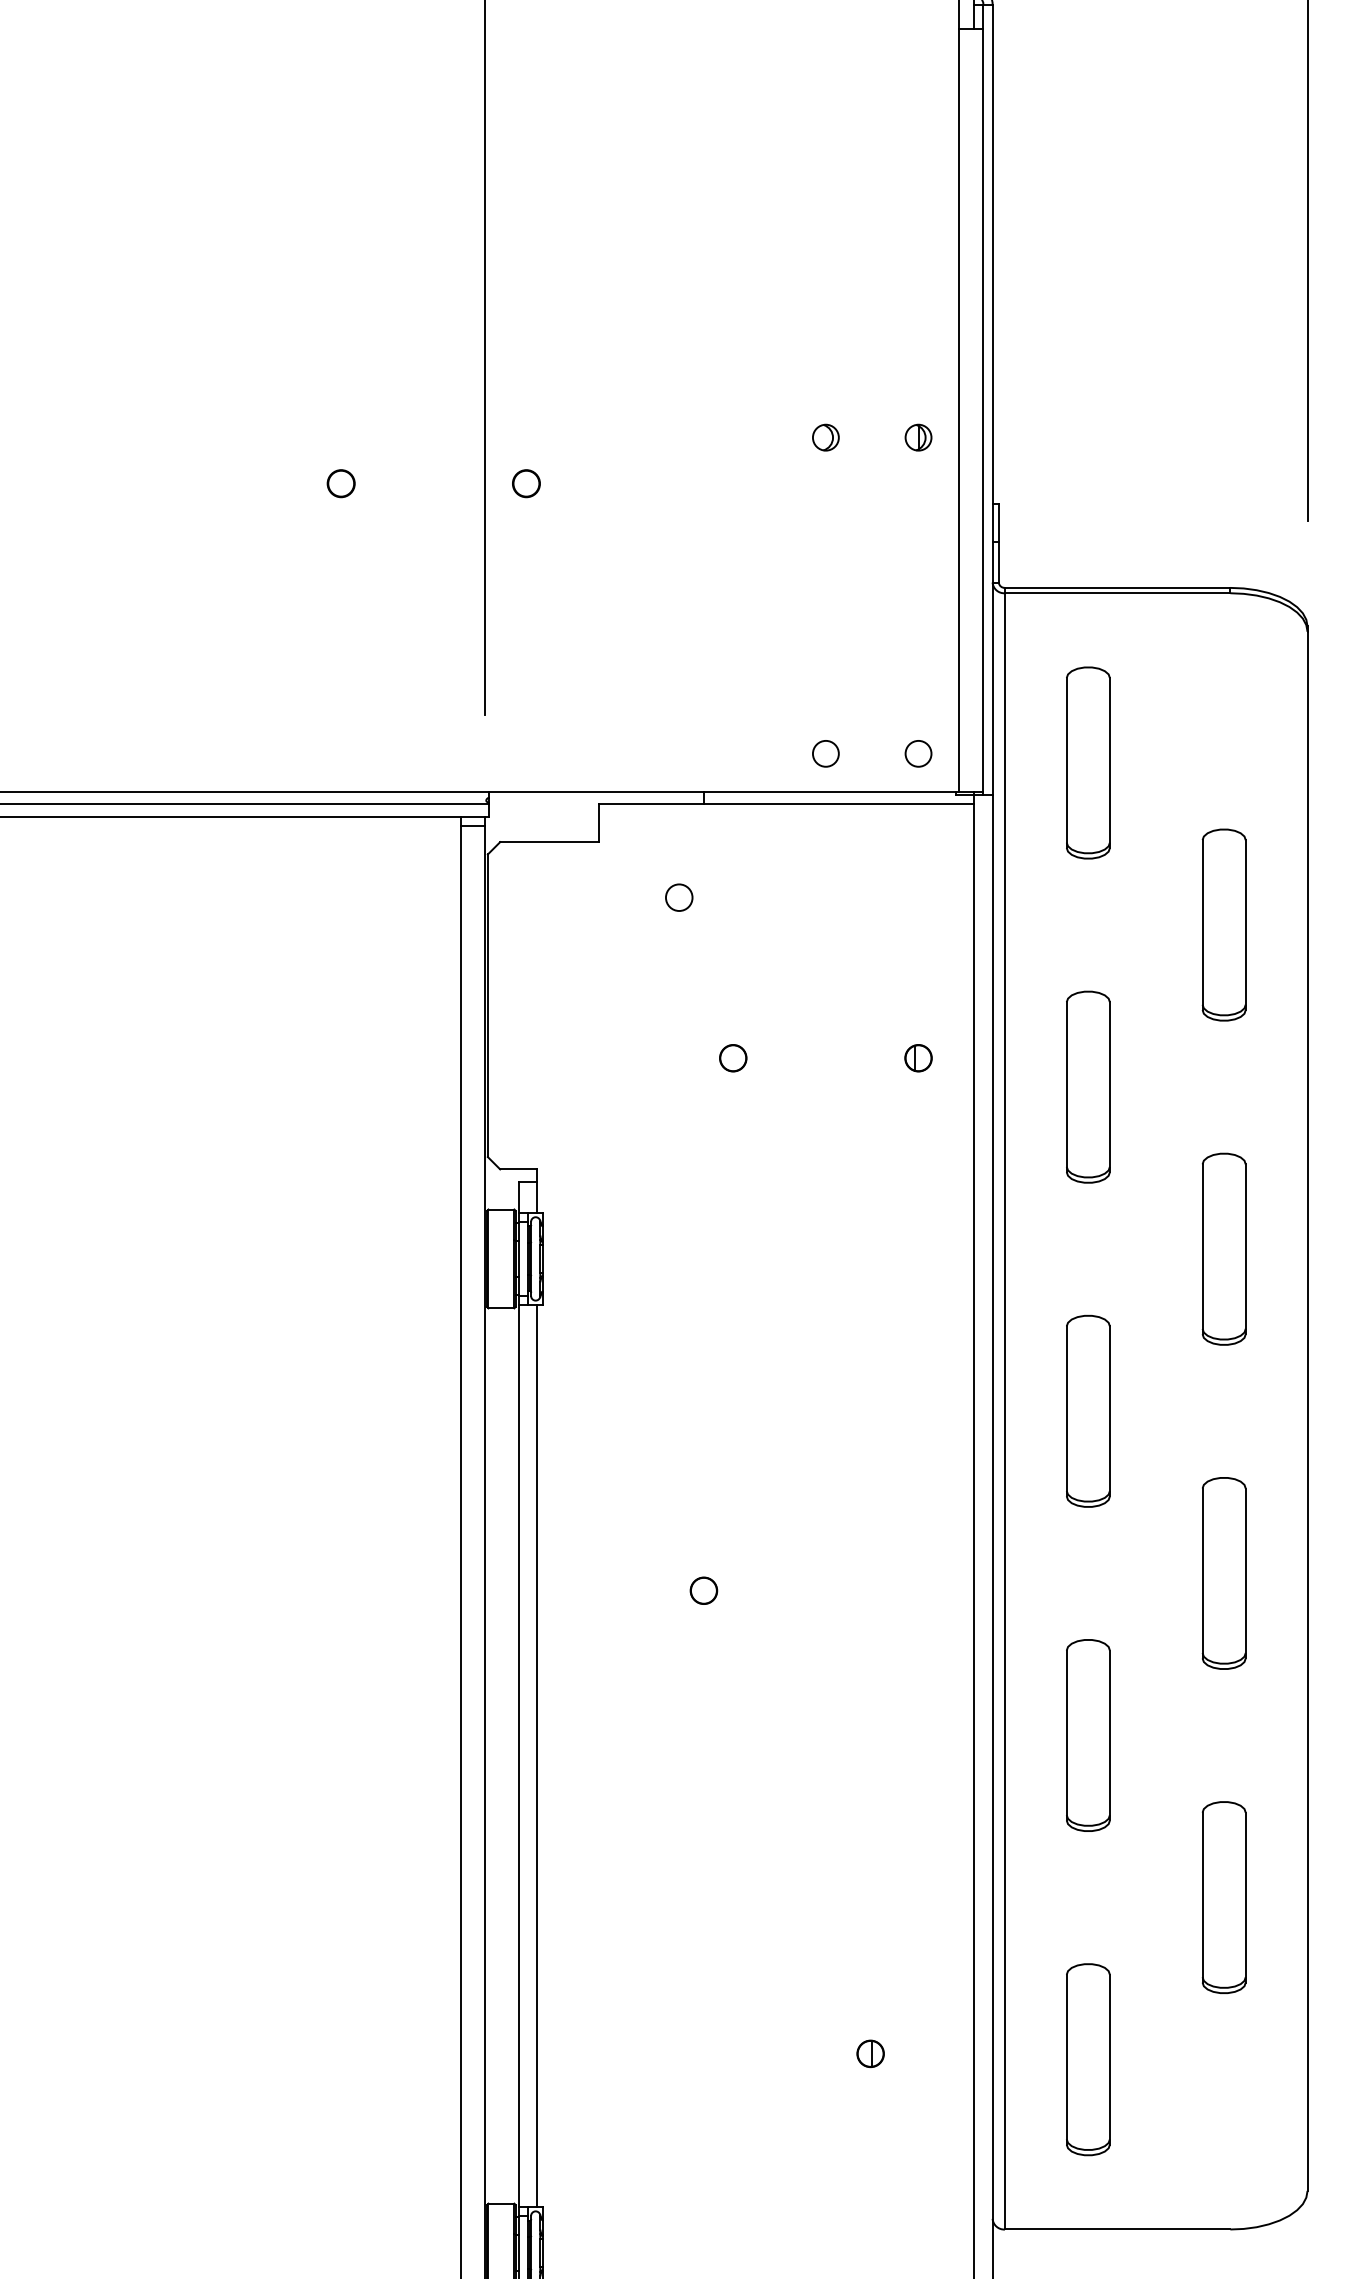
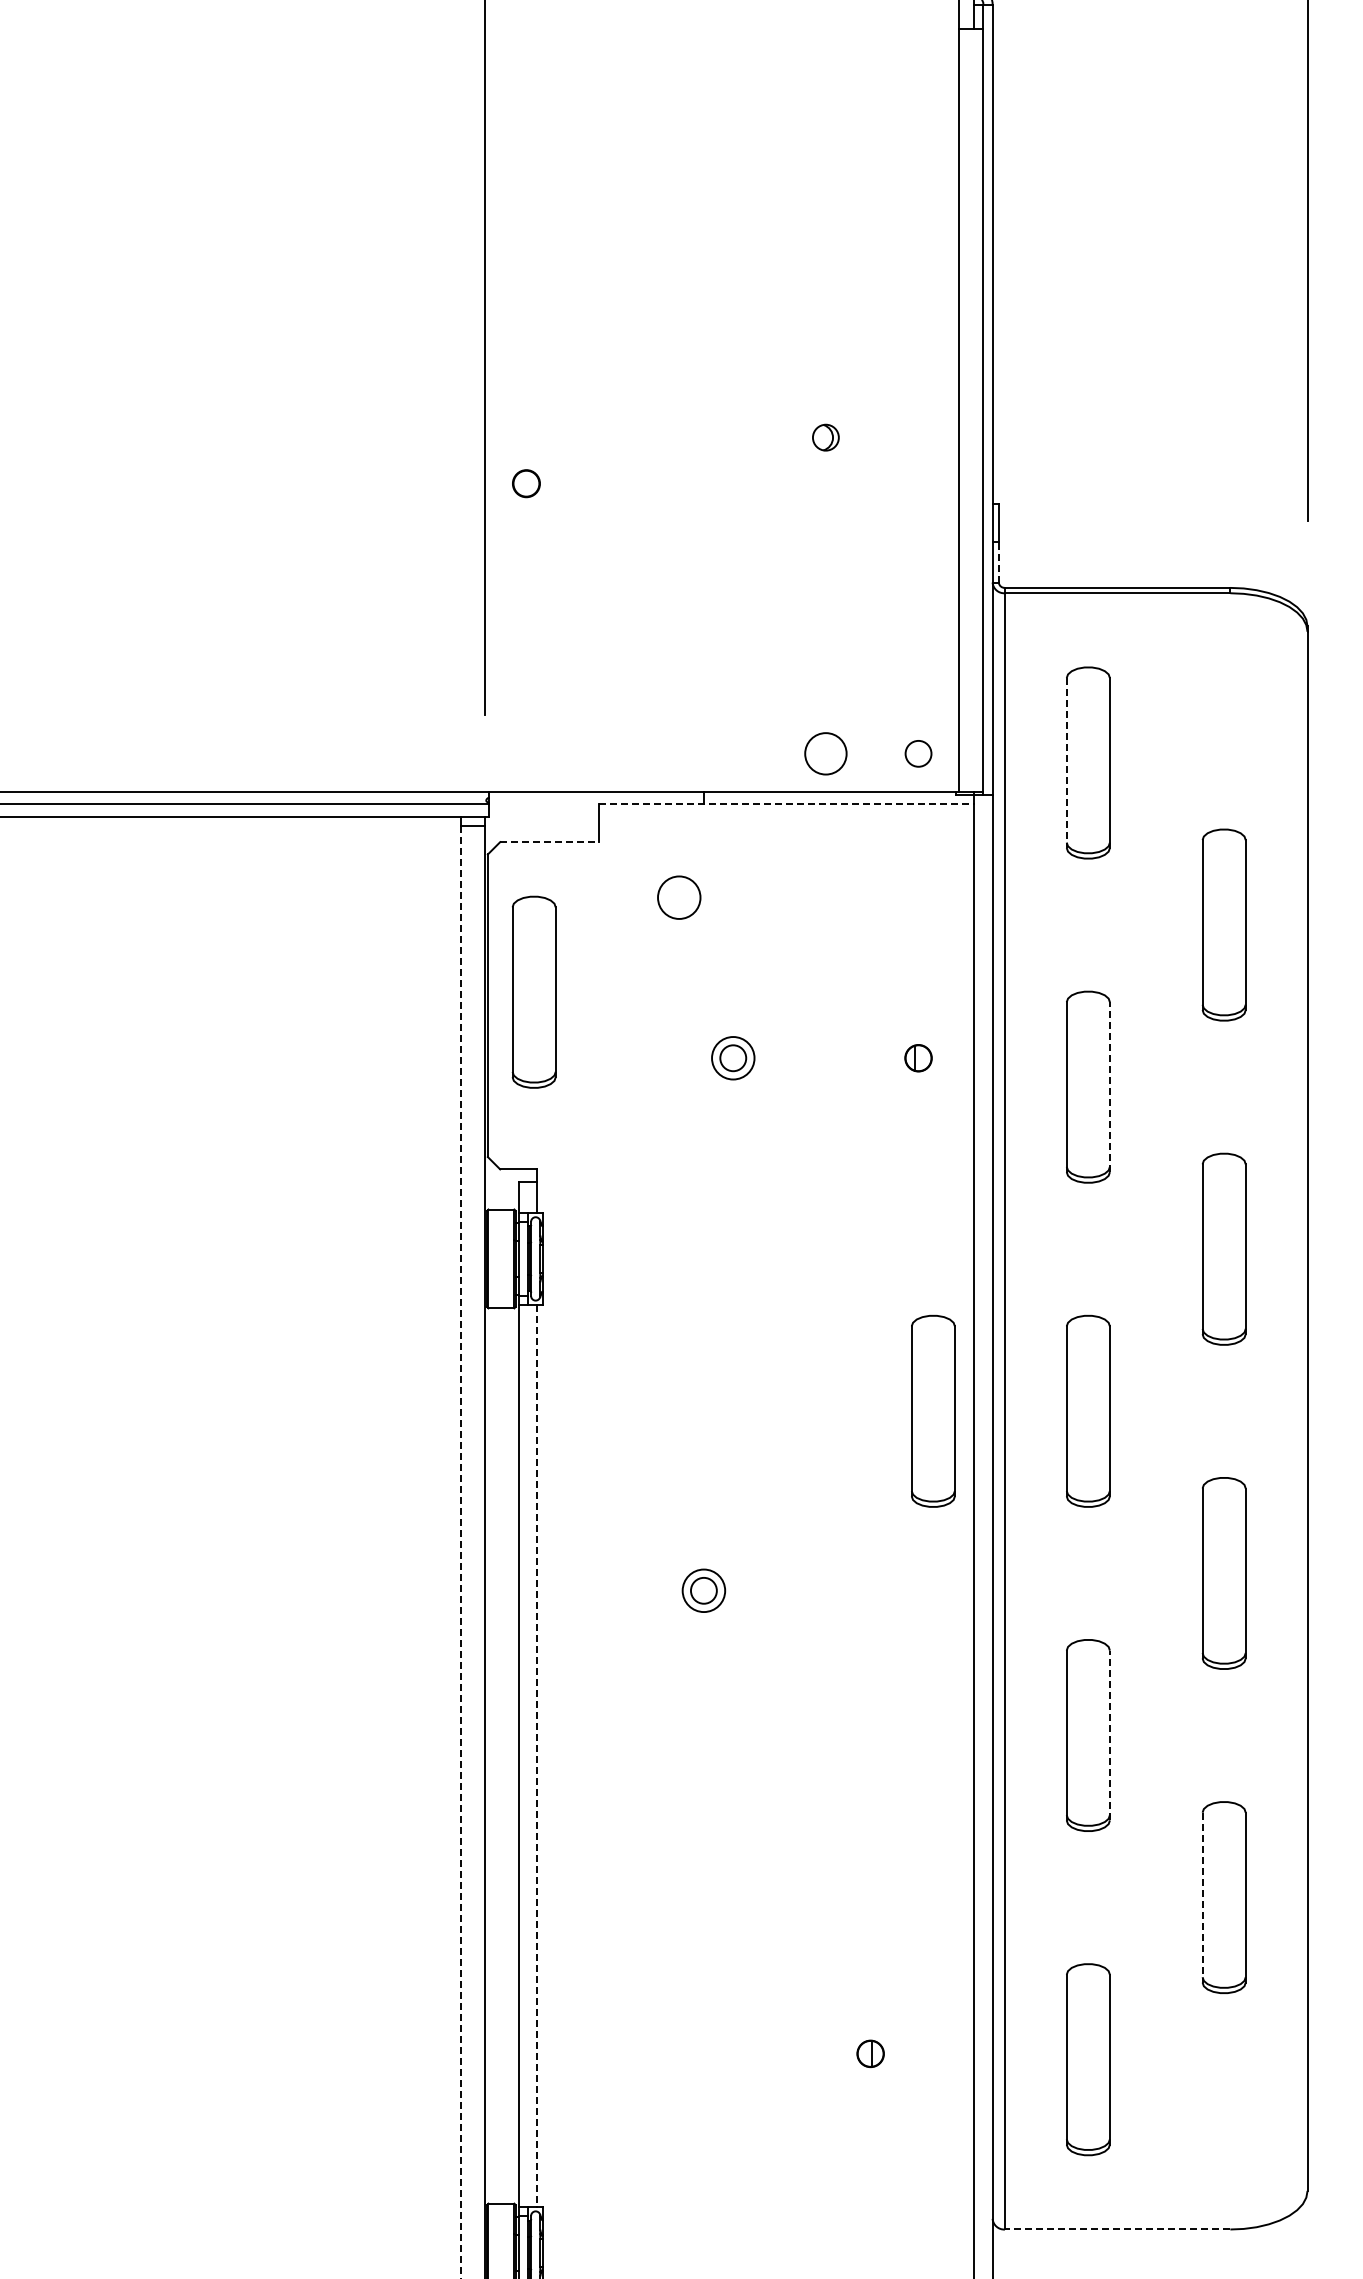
part at (918, 437): present -> none
circle at (340, 483): present -> none
line at (998, 562): solid -> dashed
circle at (825, 753) diameter: 26 px -> 41 px
line at (1066, 763): solid -> dashed
line at (786, 803): solid -> dashed
line at (550, 842): solid -> dashed
circle at (678, 897) diameter: 27 px -> 43 px
part at (533, 991): none -> present
circle at (733, 1057) diameter: 27 px -> 43 px
line at (1109, 1087): solid -> dashed
part at (933, 1410): none -> present
line at (460, 1552): solid -> dashed
circle at (703, 1590) diameter: 27 px -> 43 px
line at (1109, 1735): solid -> dashed
line at (537, 1755): solid -> dashed
line at (1202, 1897): solid -> dashed
line at (1117, 2229): solid -> dashed
